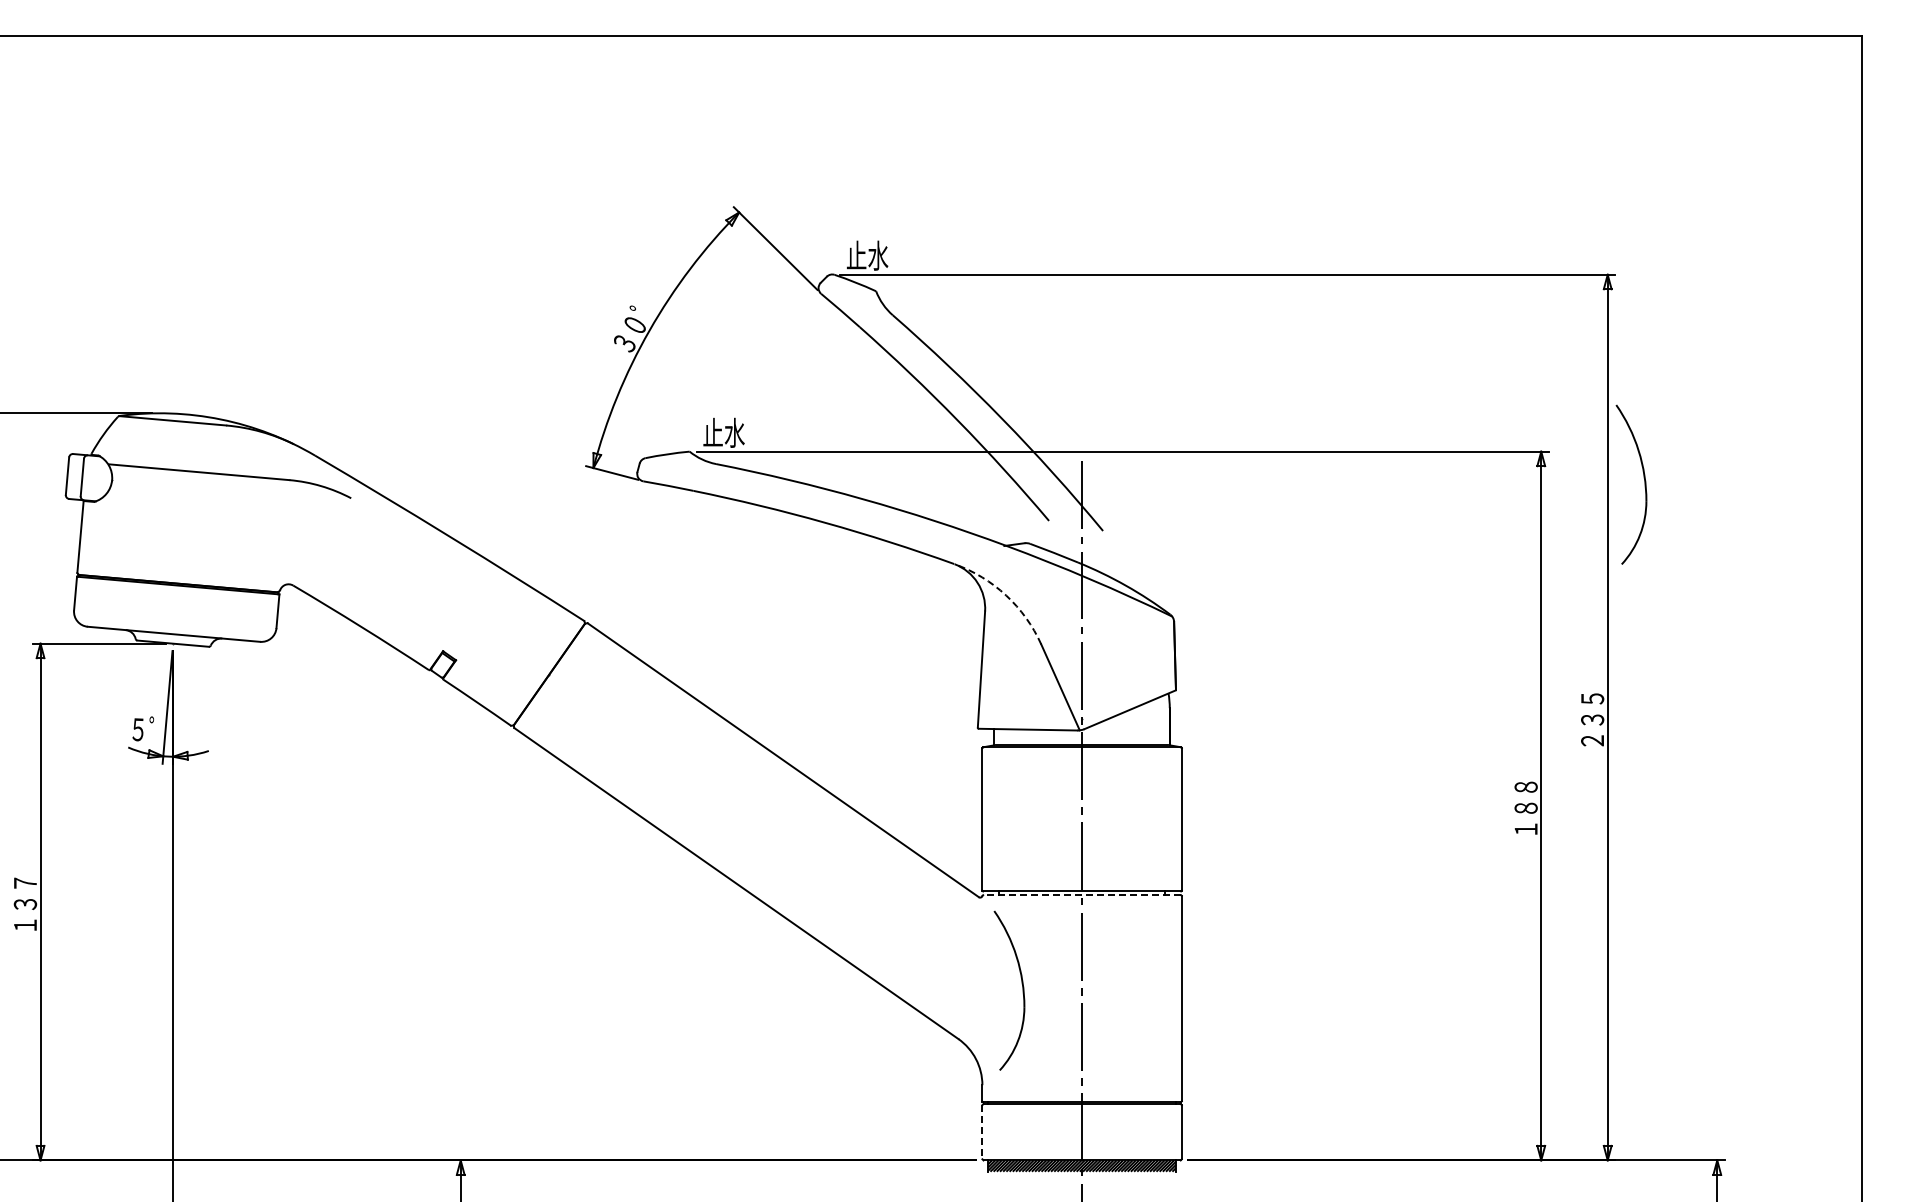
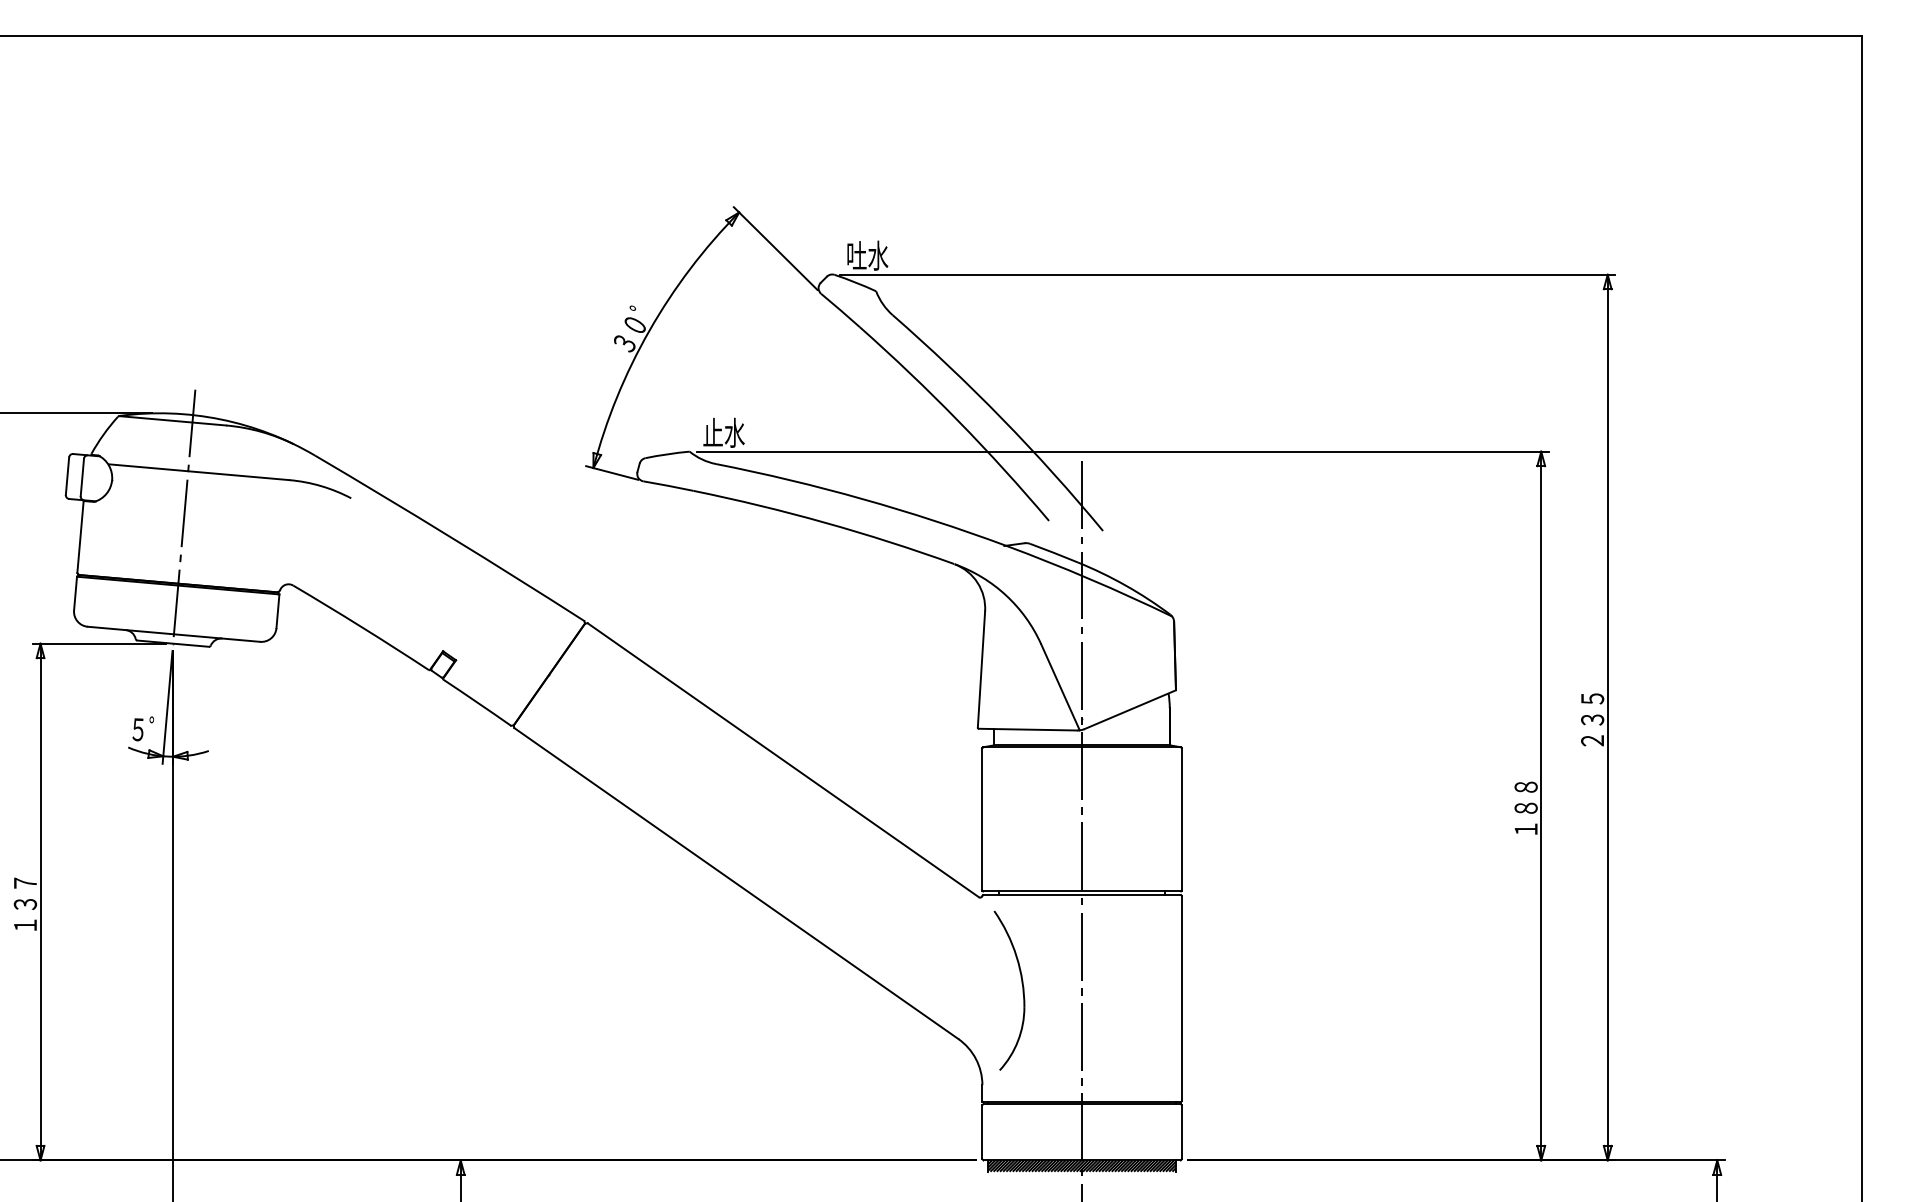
text at (856, 254): 止水 -> 吐水
part at (1644, 484): present -> none
line at (184, 516): none -> present
arc at (1006, 595): dashed -> solid
line at (1082, 895): dashed -> solid
line at (982, 1132): dashed -> solid
